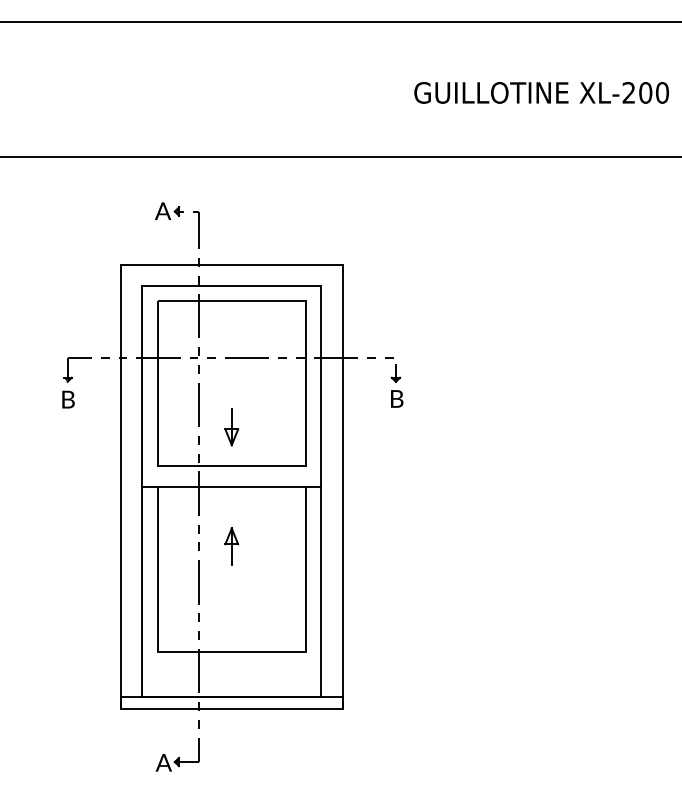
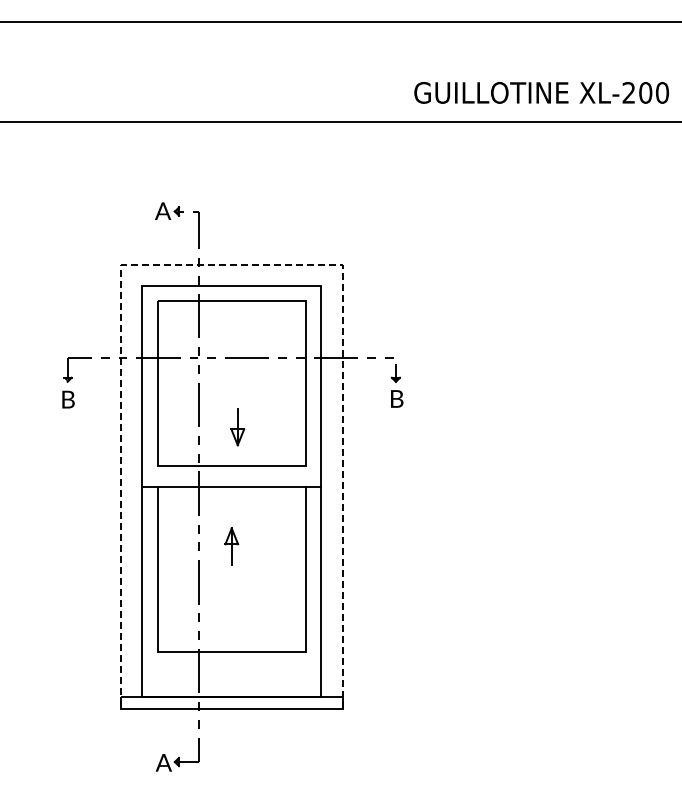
line at (340, 156) position: (340, 156) -> (340, 121)
line at (231, 264): solid -> dashed
part at (231, 427) position: (231, 427) -> (237, 427)
